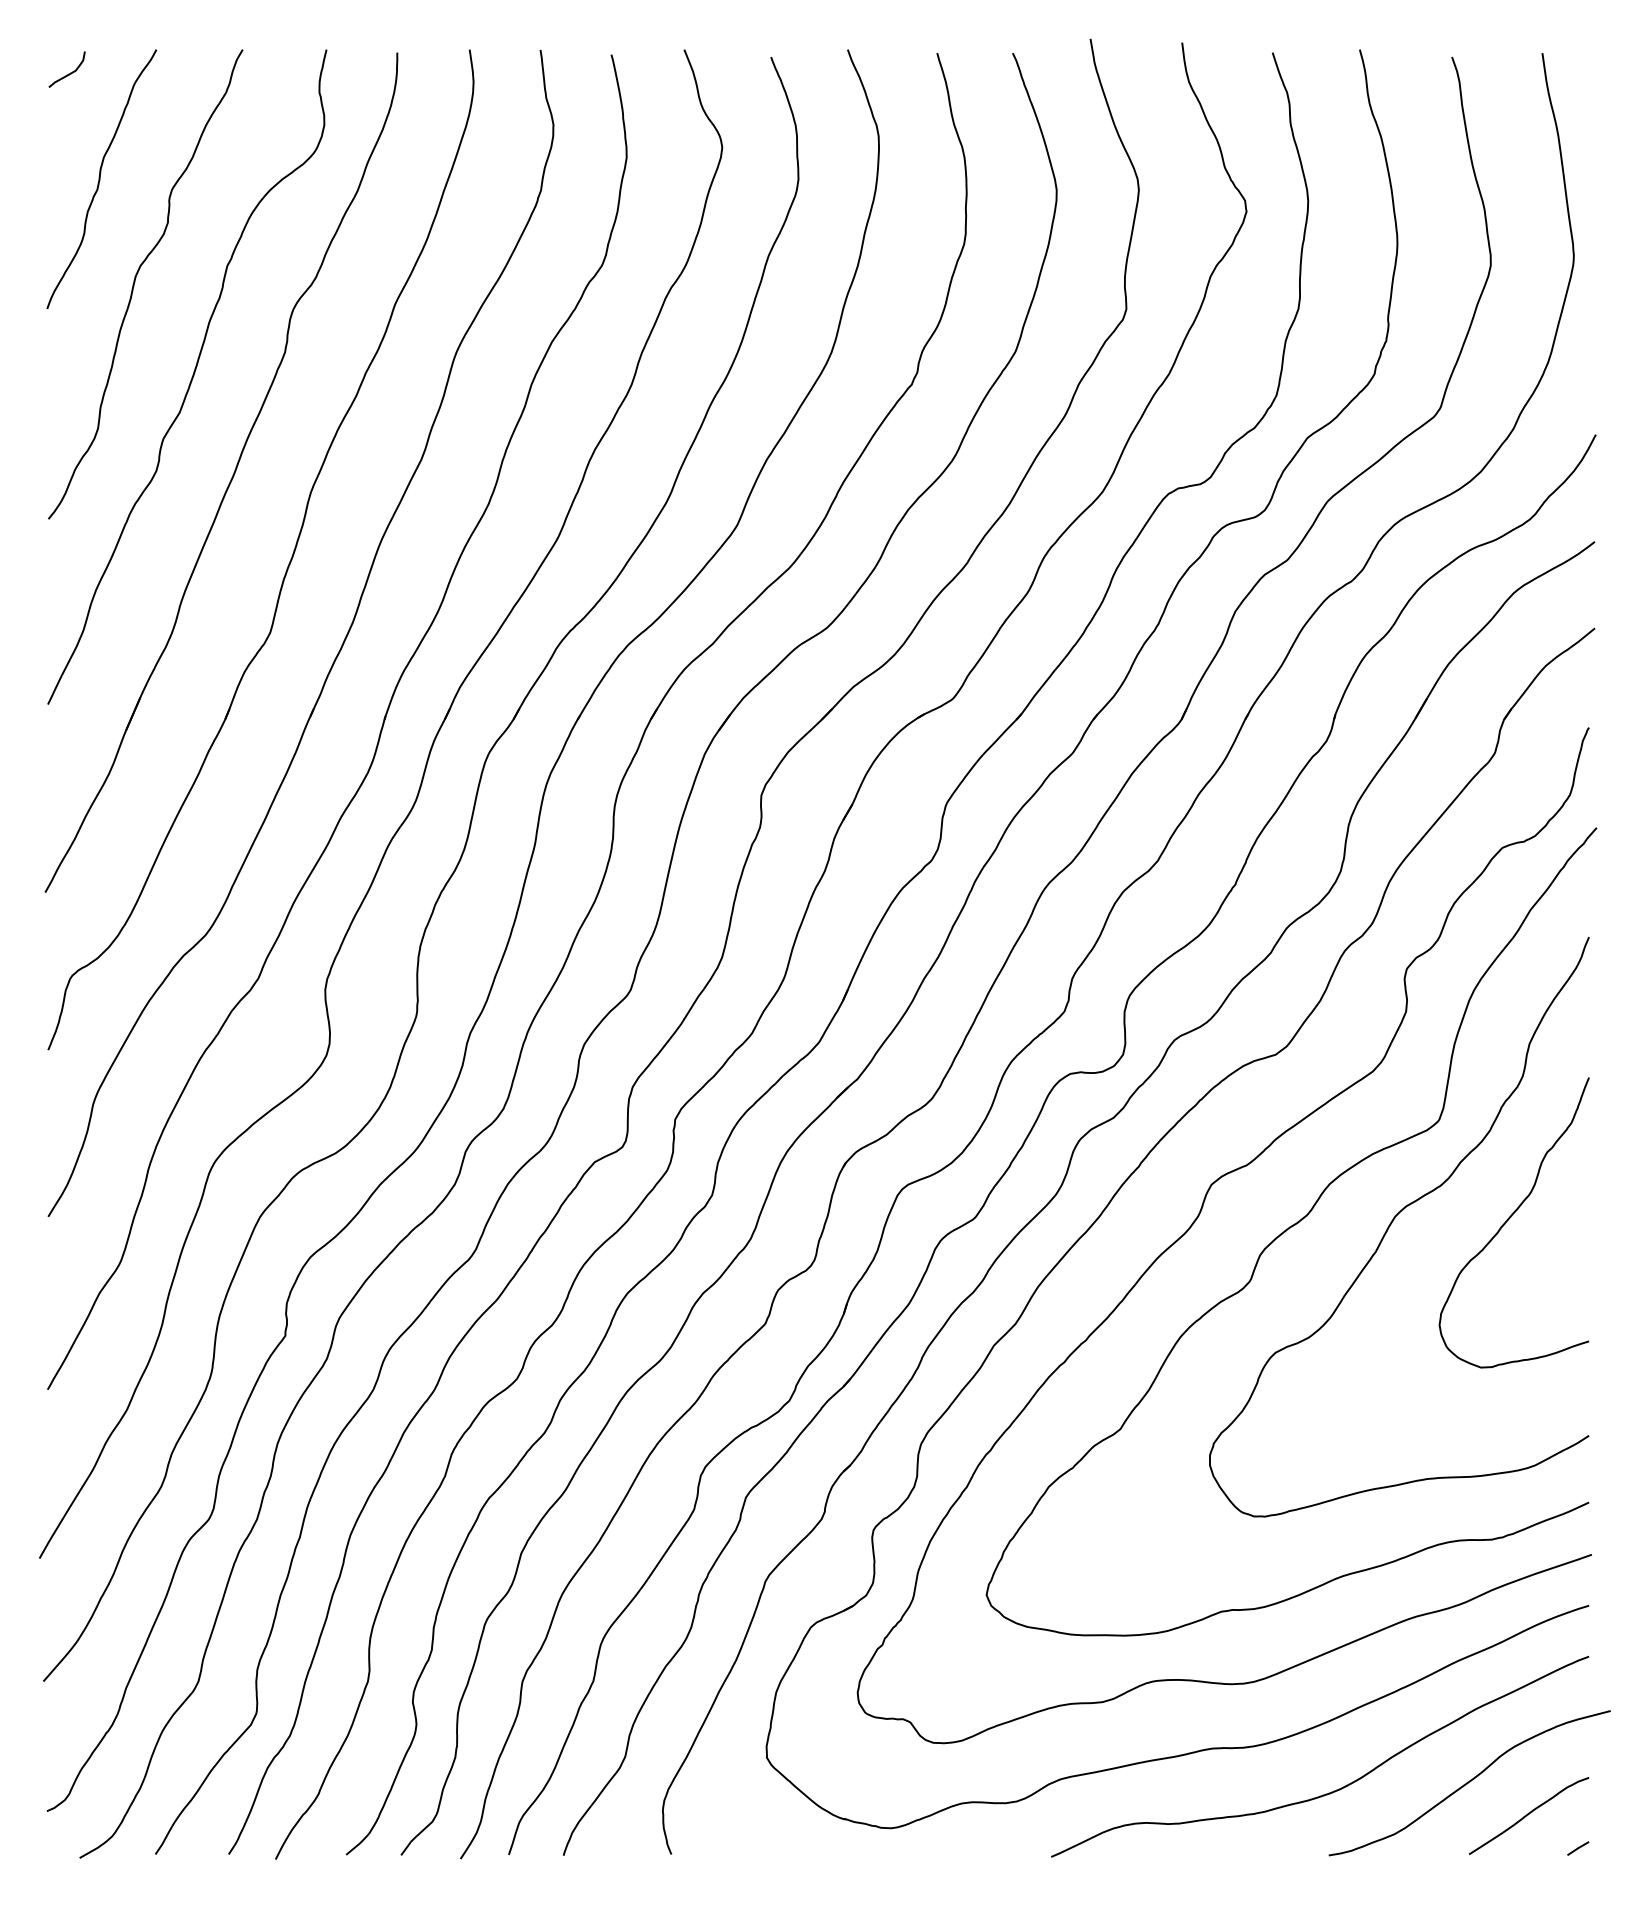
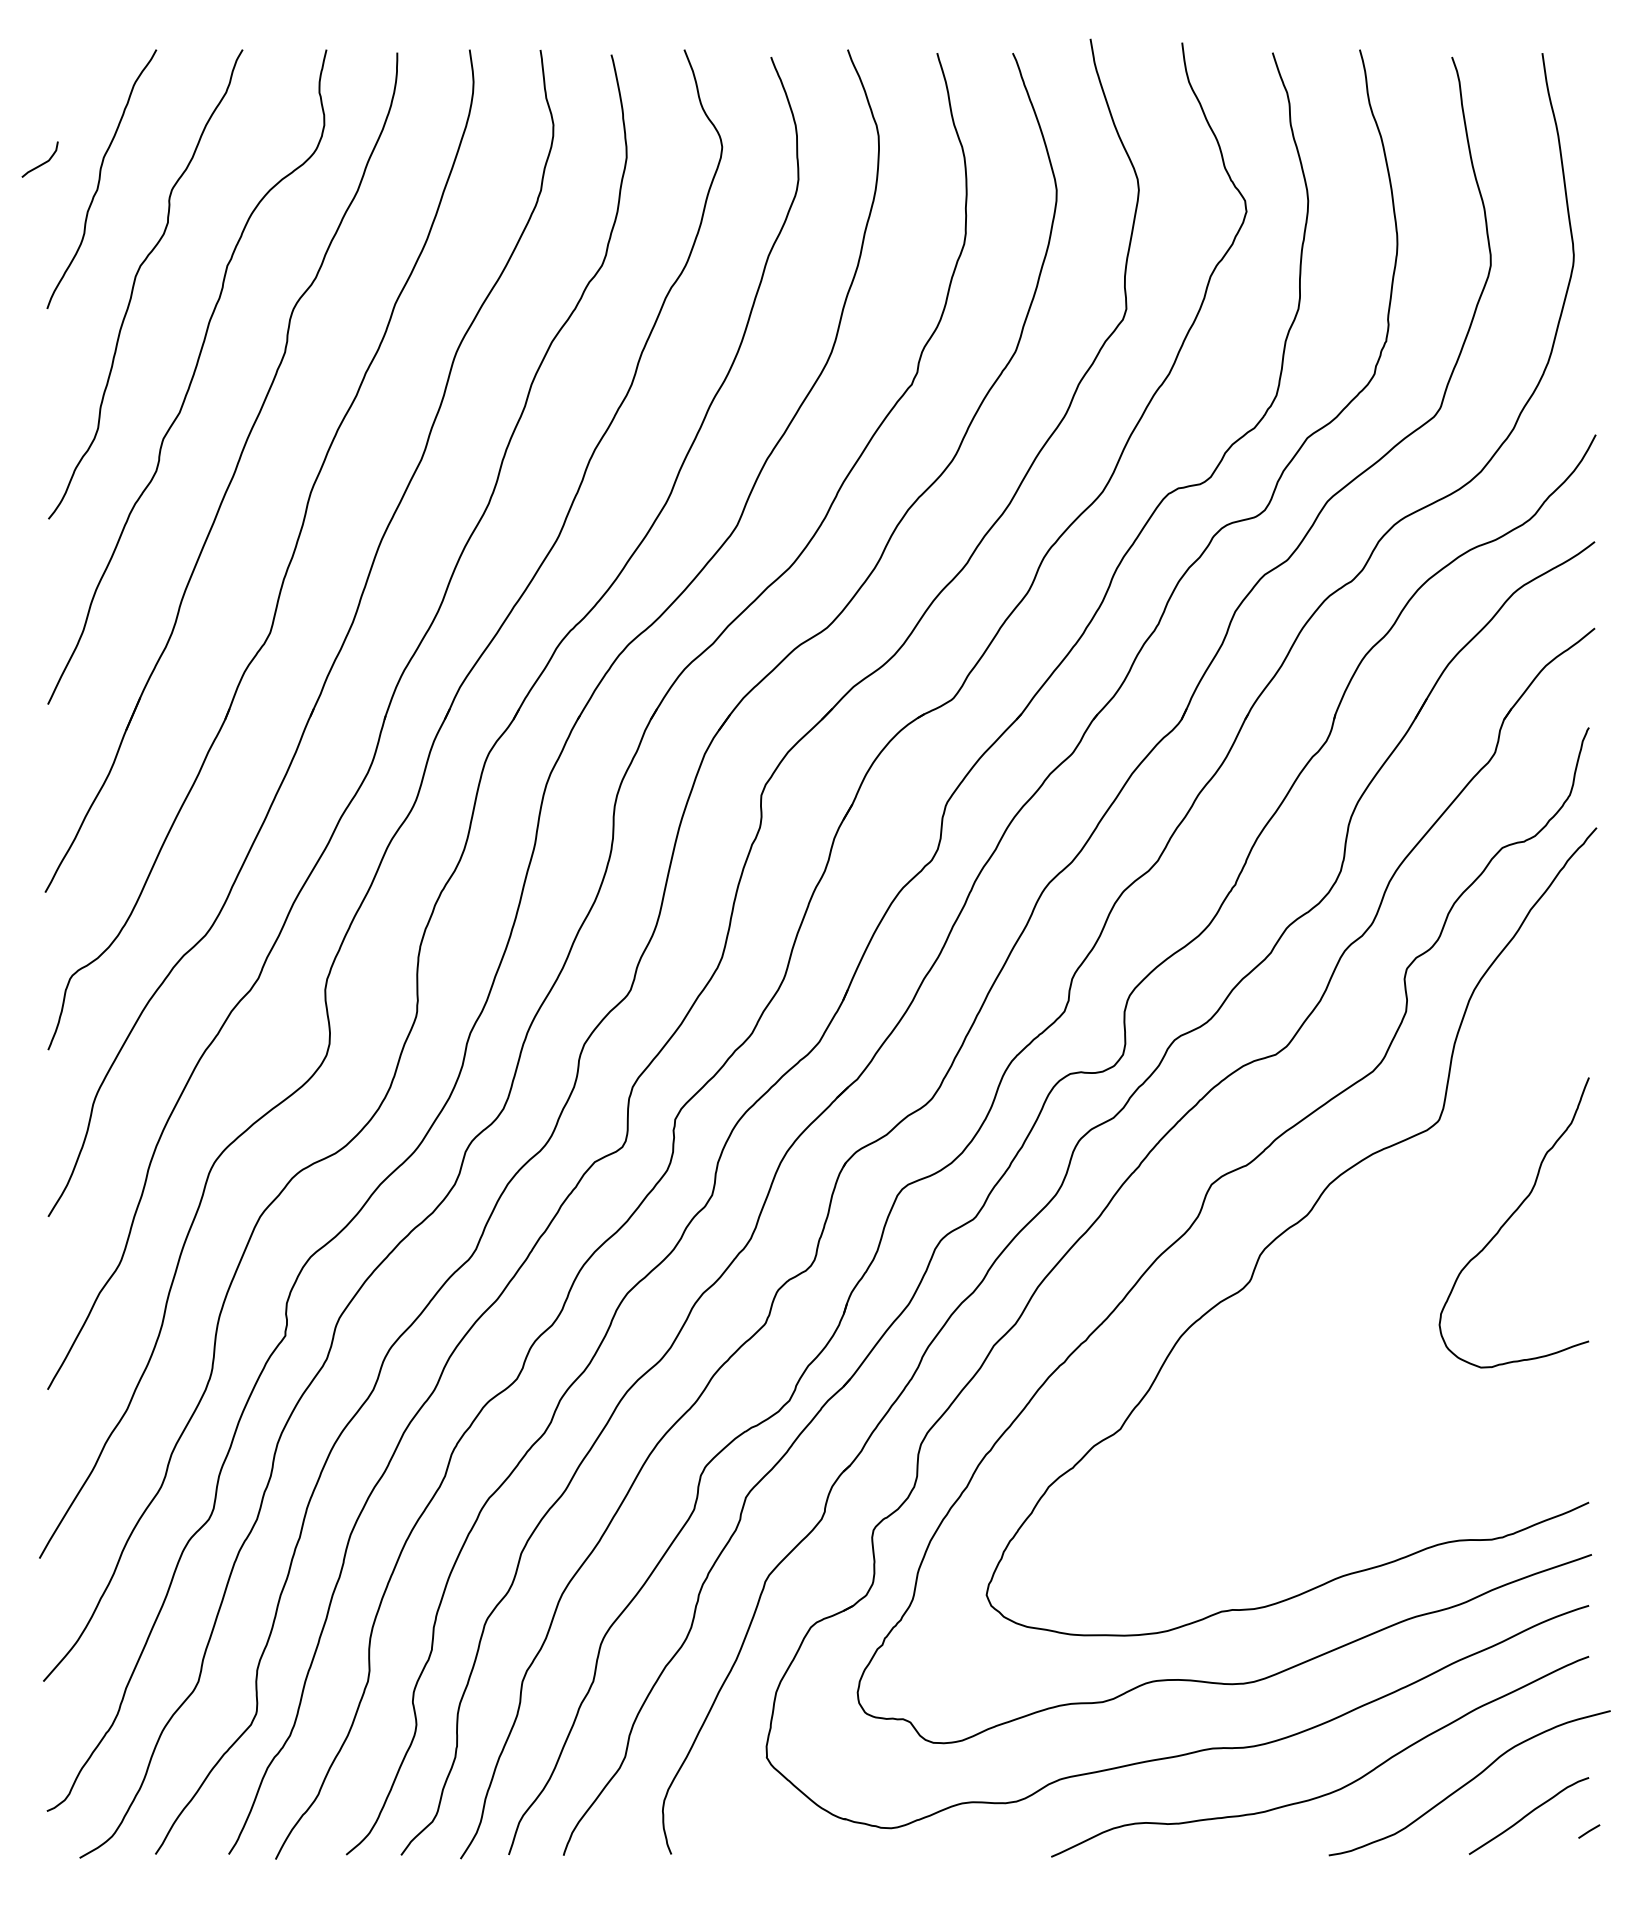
curve at (68, 73) position: (68, 73) -> (41, 163)
curve at (1392, 1223): present -> none
line at (1578, 1848) position: (1578, 1848) -> (1589, 1831)
